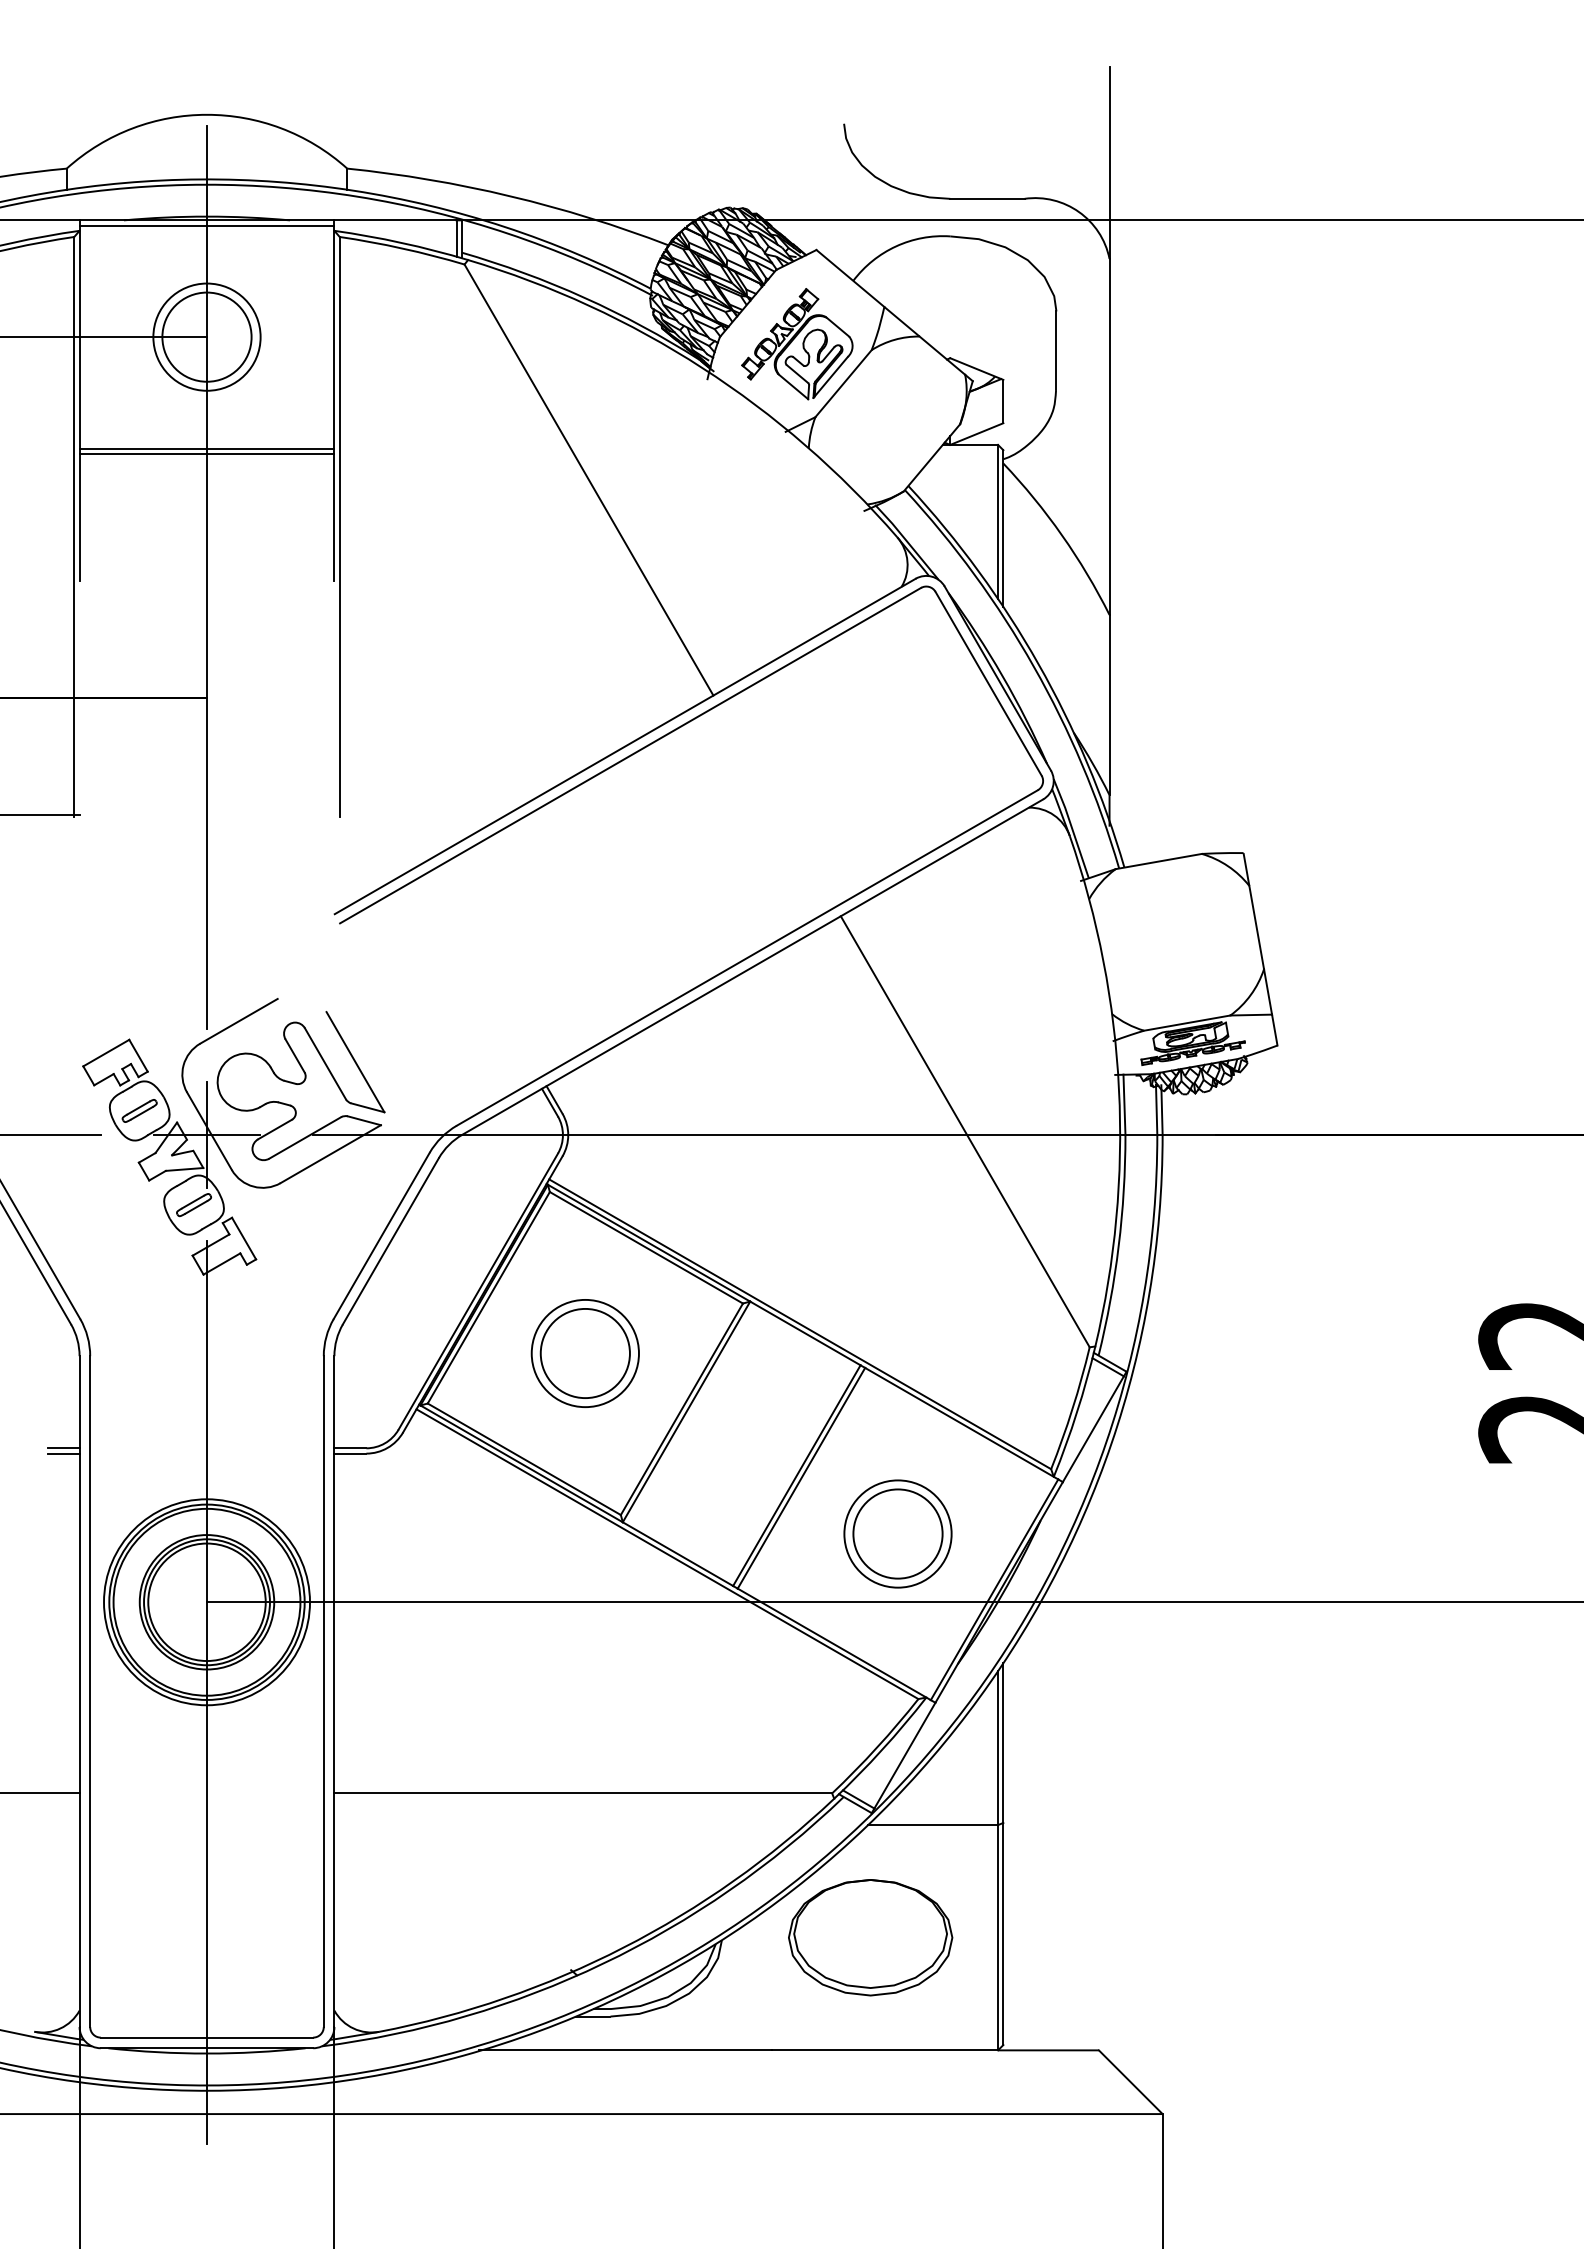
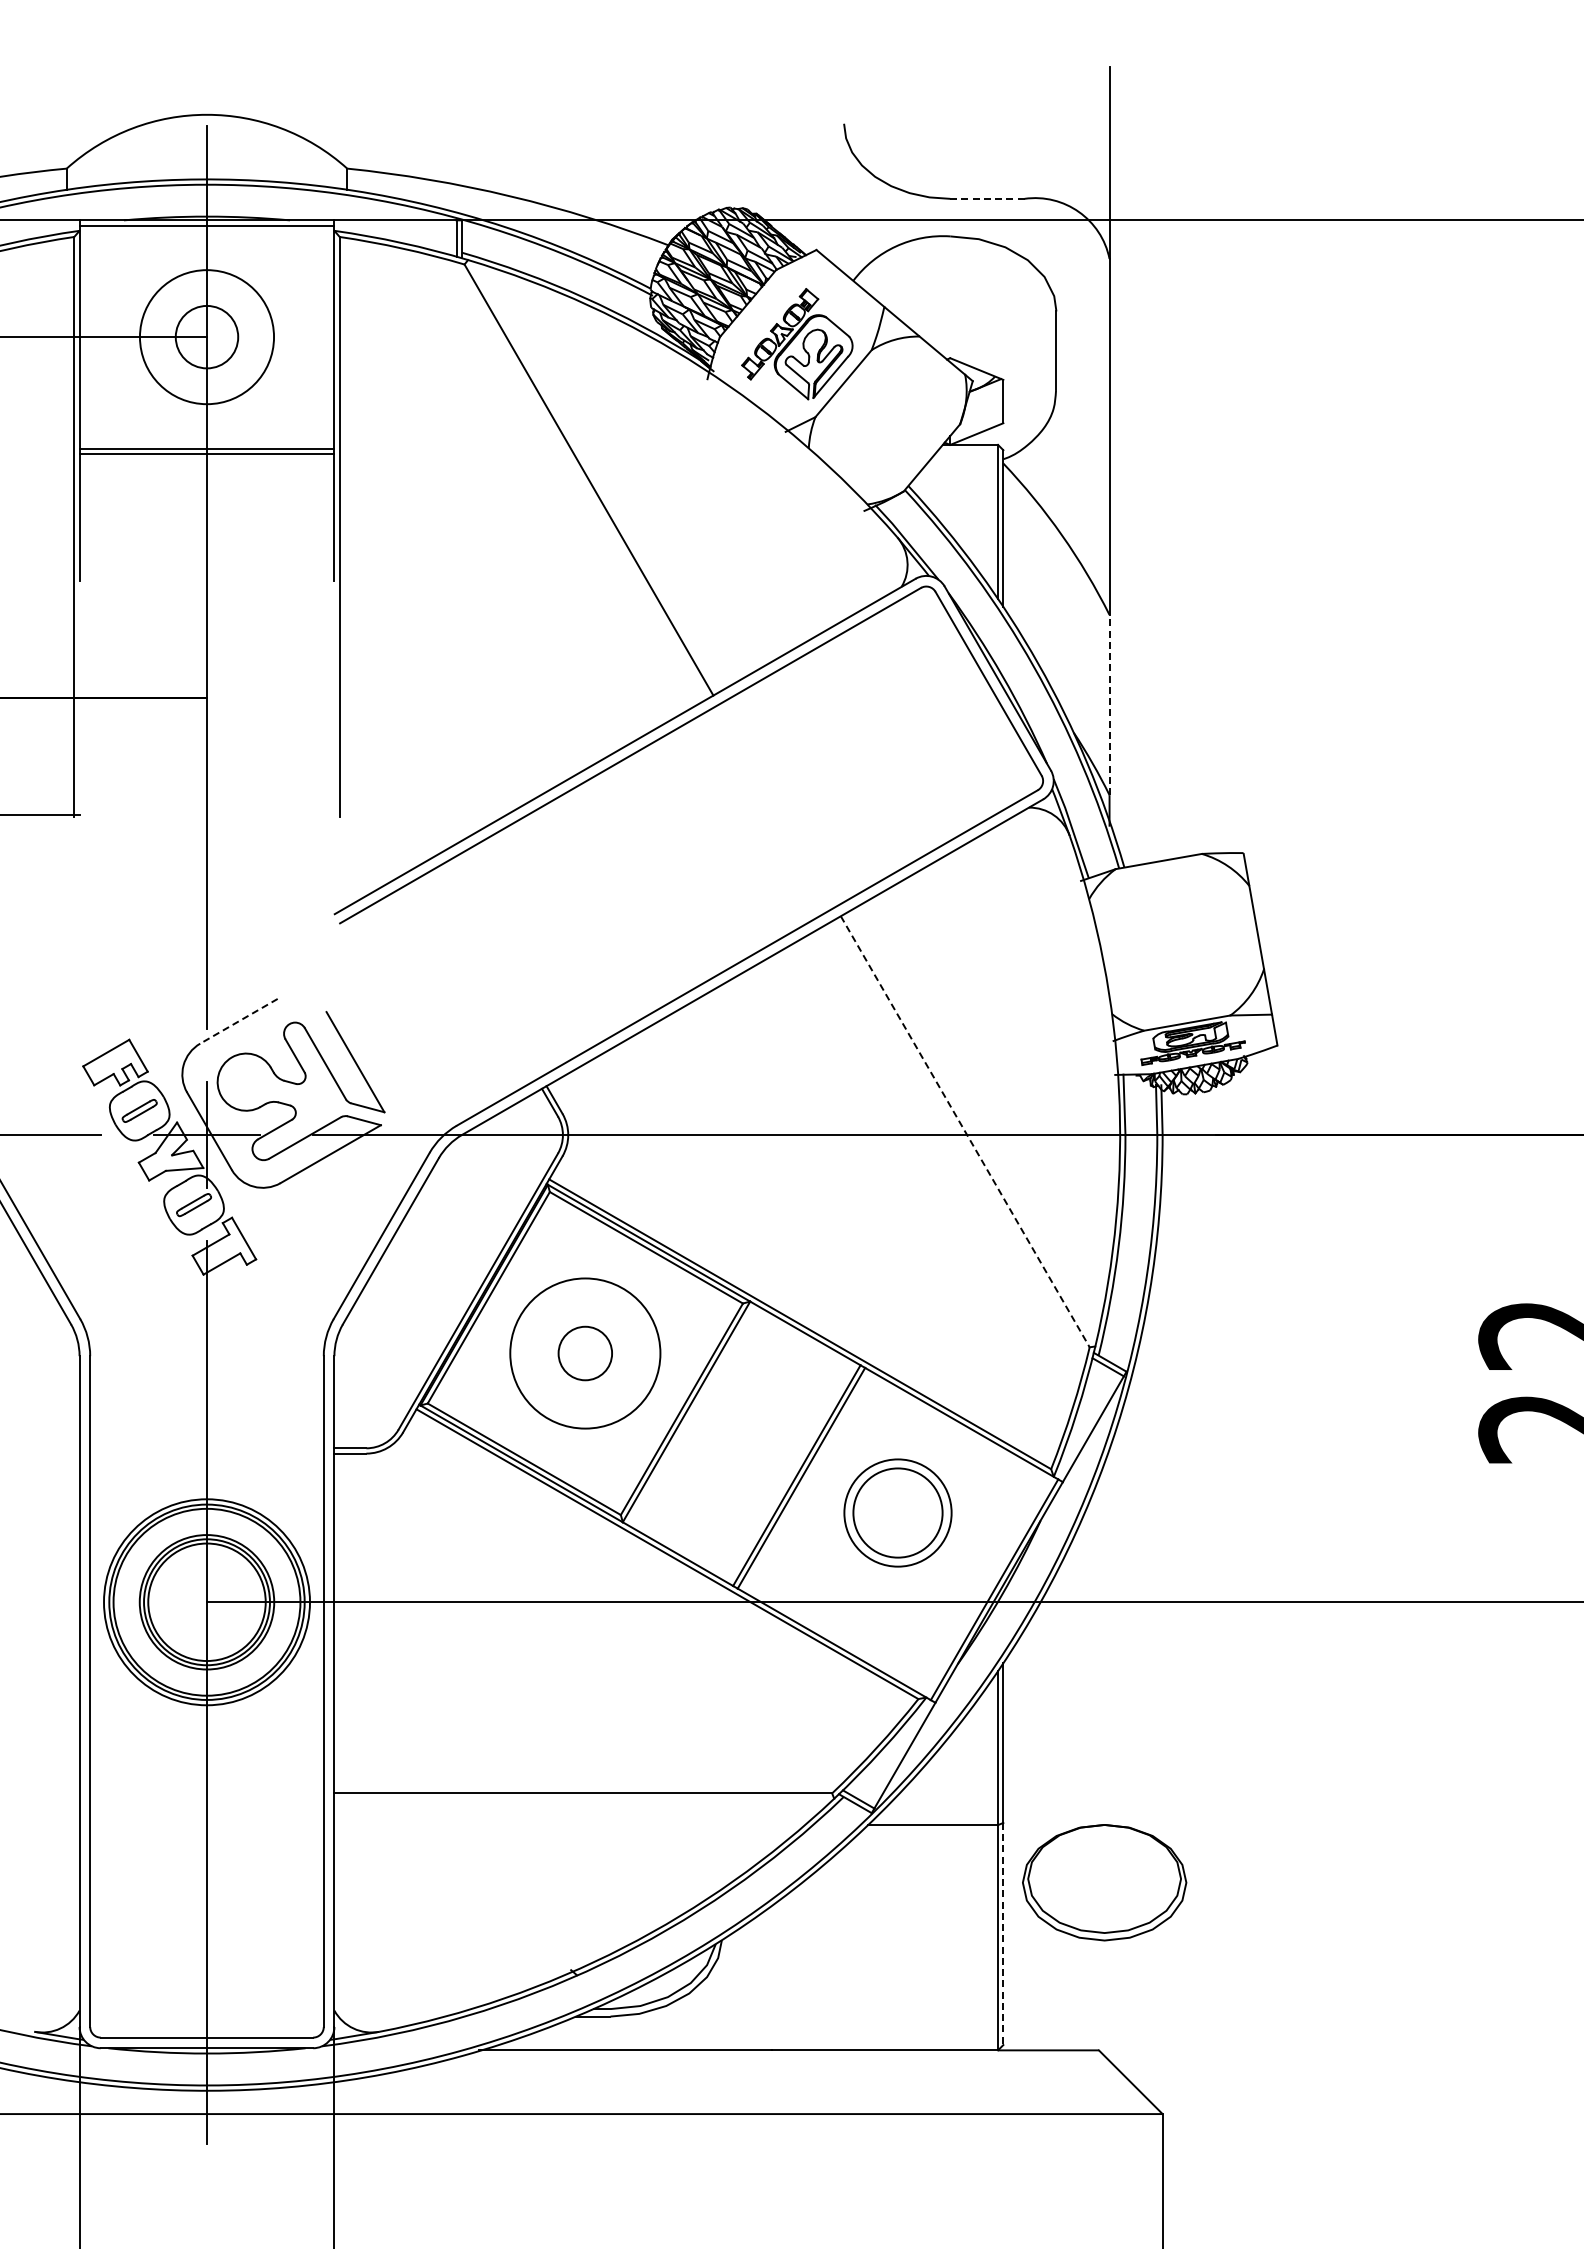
line at (986, 198): solid -> dashed
circle at (206, 336) diameter: 107 px -> 134 px
circle at (206, 336) diameter: 89 px -> 62 px
line at (1109, 704): solid -> dashed
line at (238, 1021): solid -> dashed
line at (965, 1131): solid -> dashed
circle at (584, 1353) diameter: 107 px -> 150 px
circle at (584, 1353) diameter: 89 px -> 54 px
line at (63, 1448): present -> none
line at (63, 1453): present -> none
part at (897, 1533) position: (897, 1533) -> (897, 1512)
line at (40, 1793): present -> none
line at (1003, 1934): solid -> dashed
part at (870, 1937) position: (870, 1937) -> (1104, 1882)
